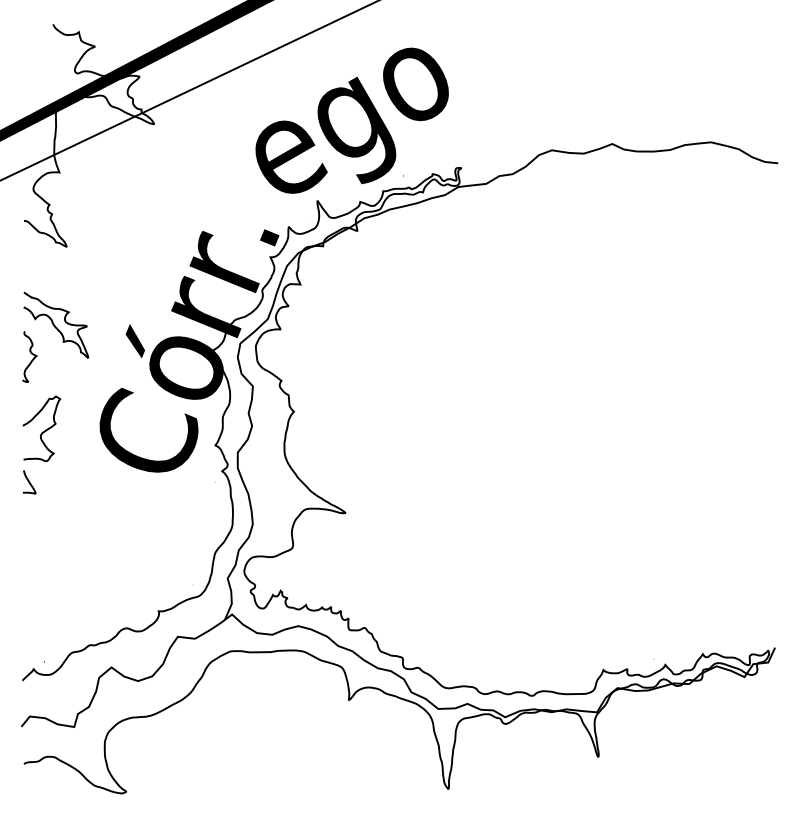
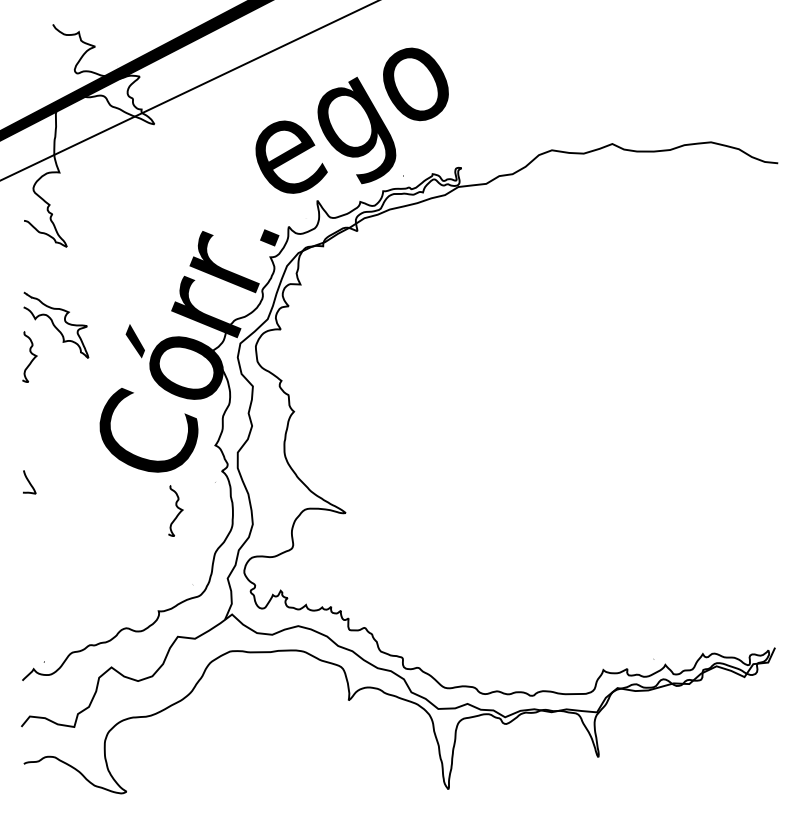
curve at (42, 431): present -> none
curve at (177, 508): none -> present
